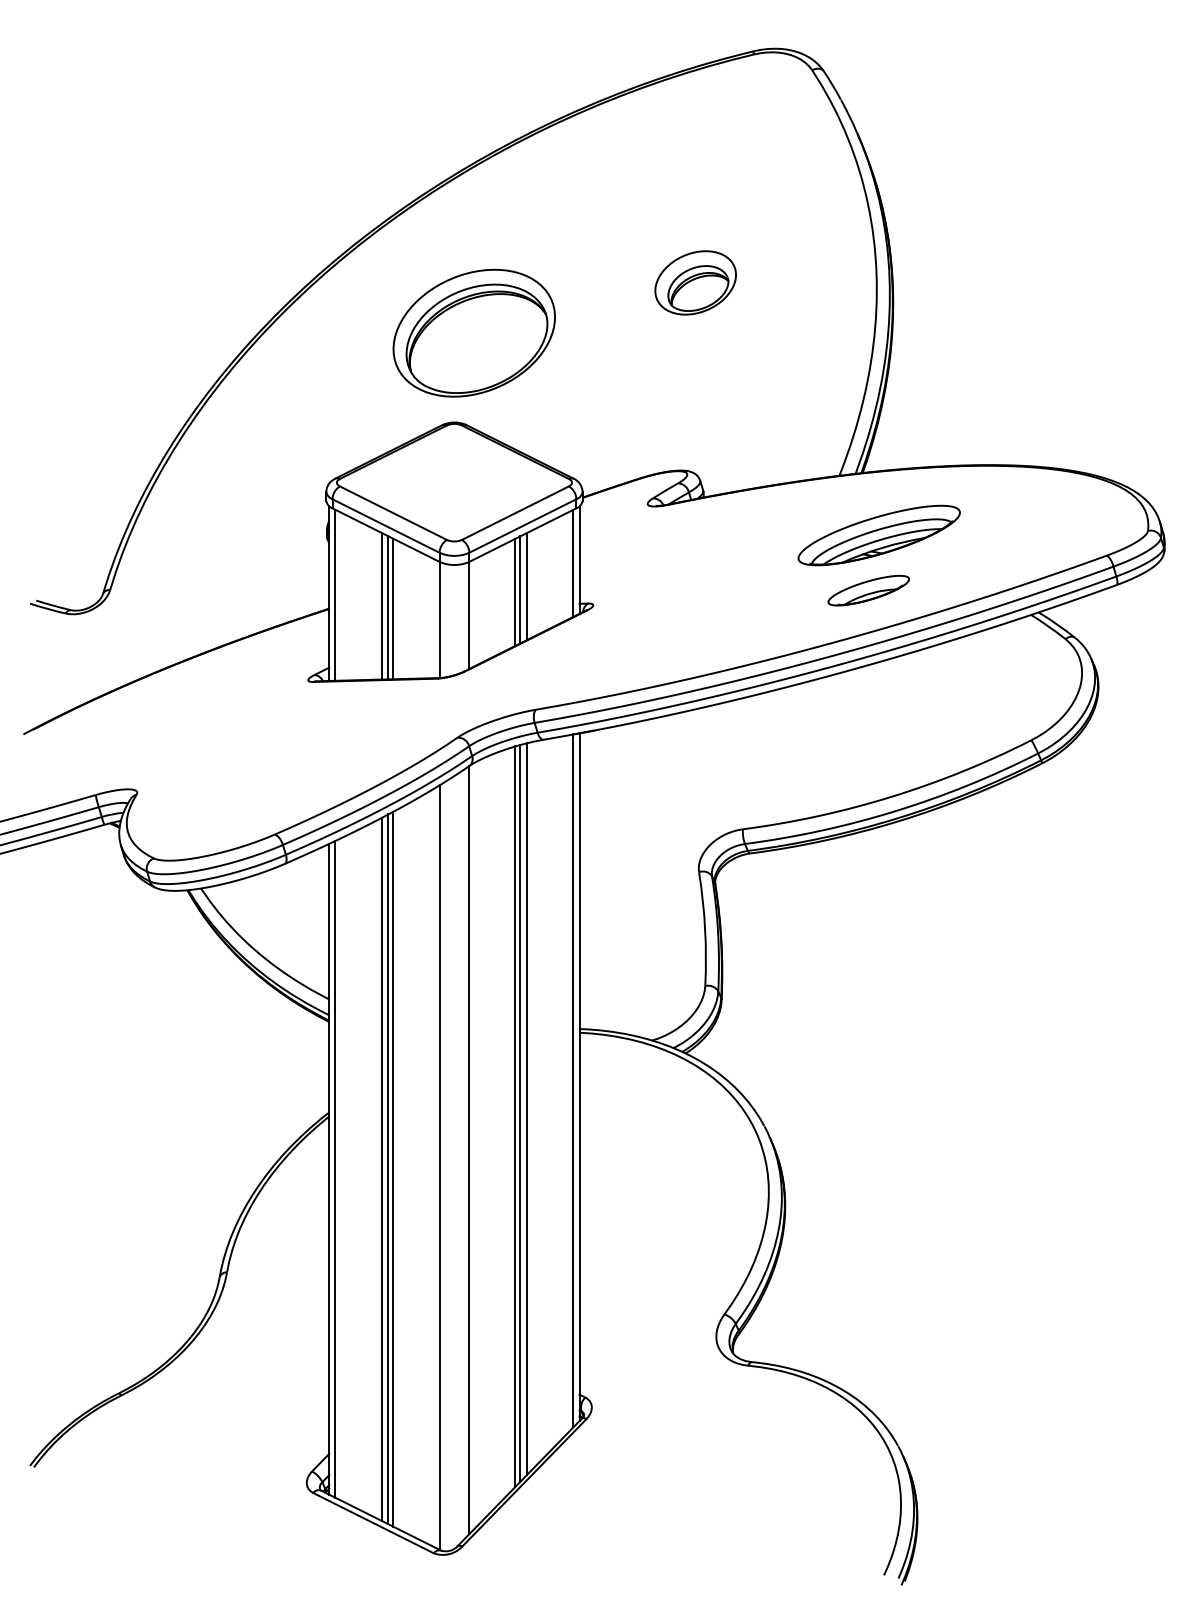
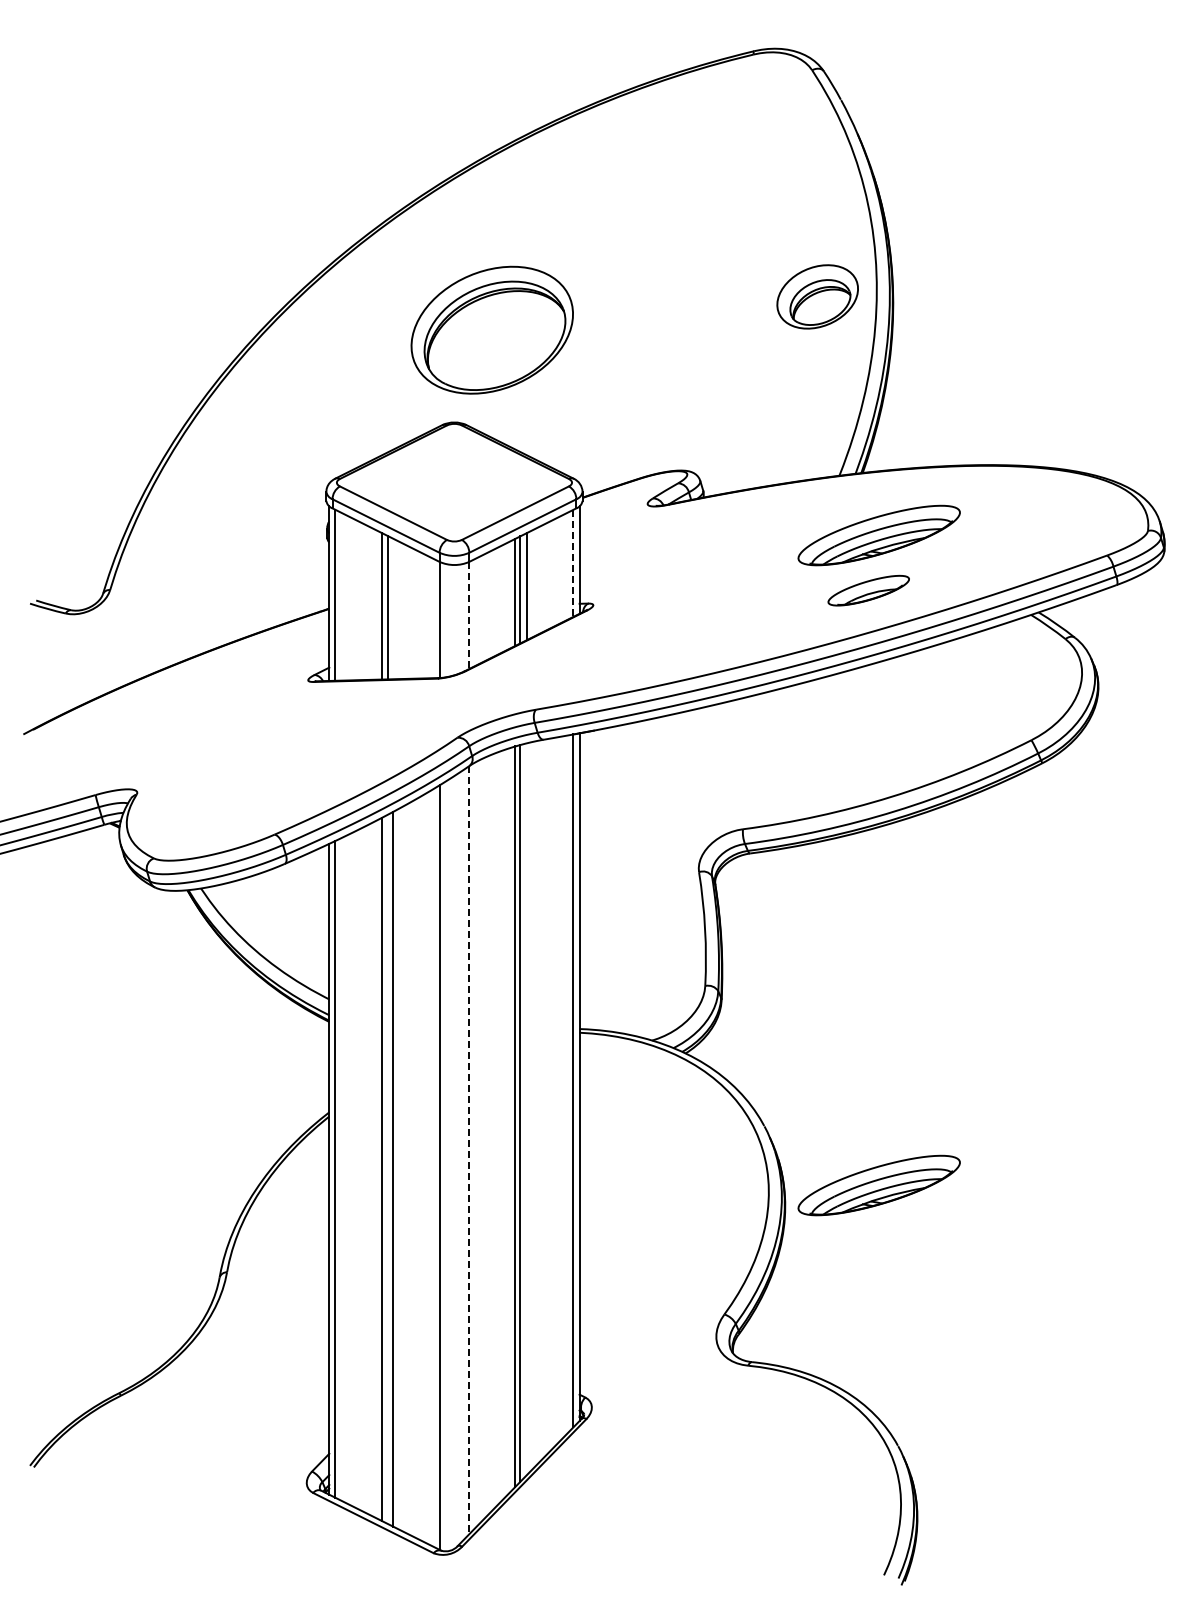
part at (695, 282) position: (695, 282) -> (817, 296)
part at (473, 332) position: (473, 332) -> (491, 329)
line at (573, 563): solid -> dashed
line at (393, 608): present -> none
line at (469, 615): solid -> dashed
line at (527, 1108): present -> none
line at (469, 1150): solid -> dashed
line at (388, 1169): present -> none
part at (878, 1185): none -> present
